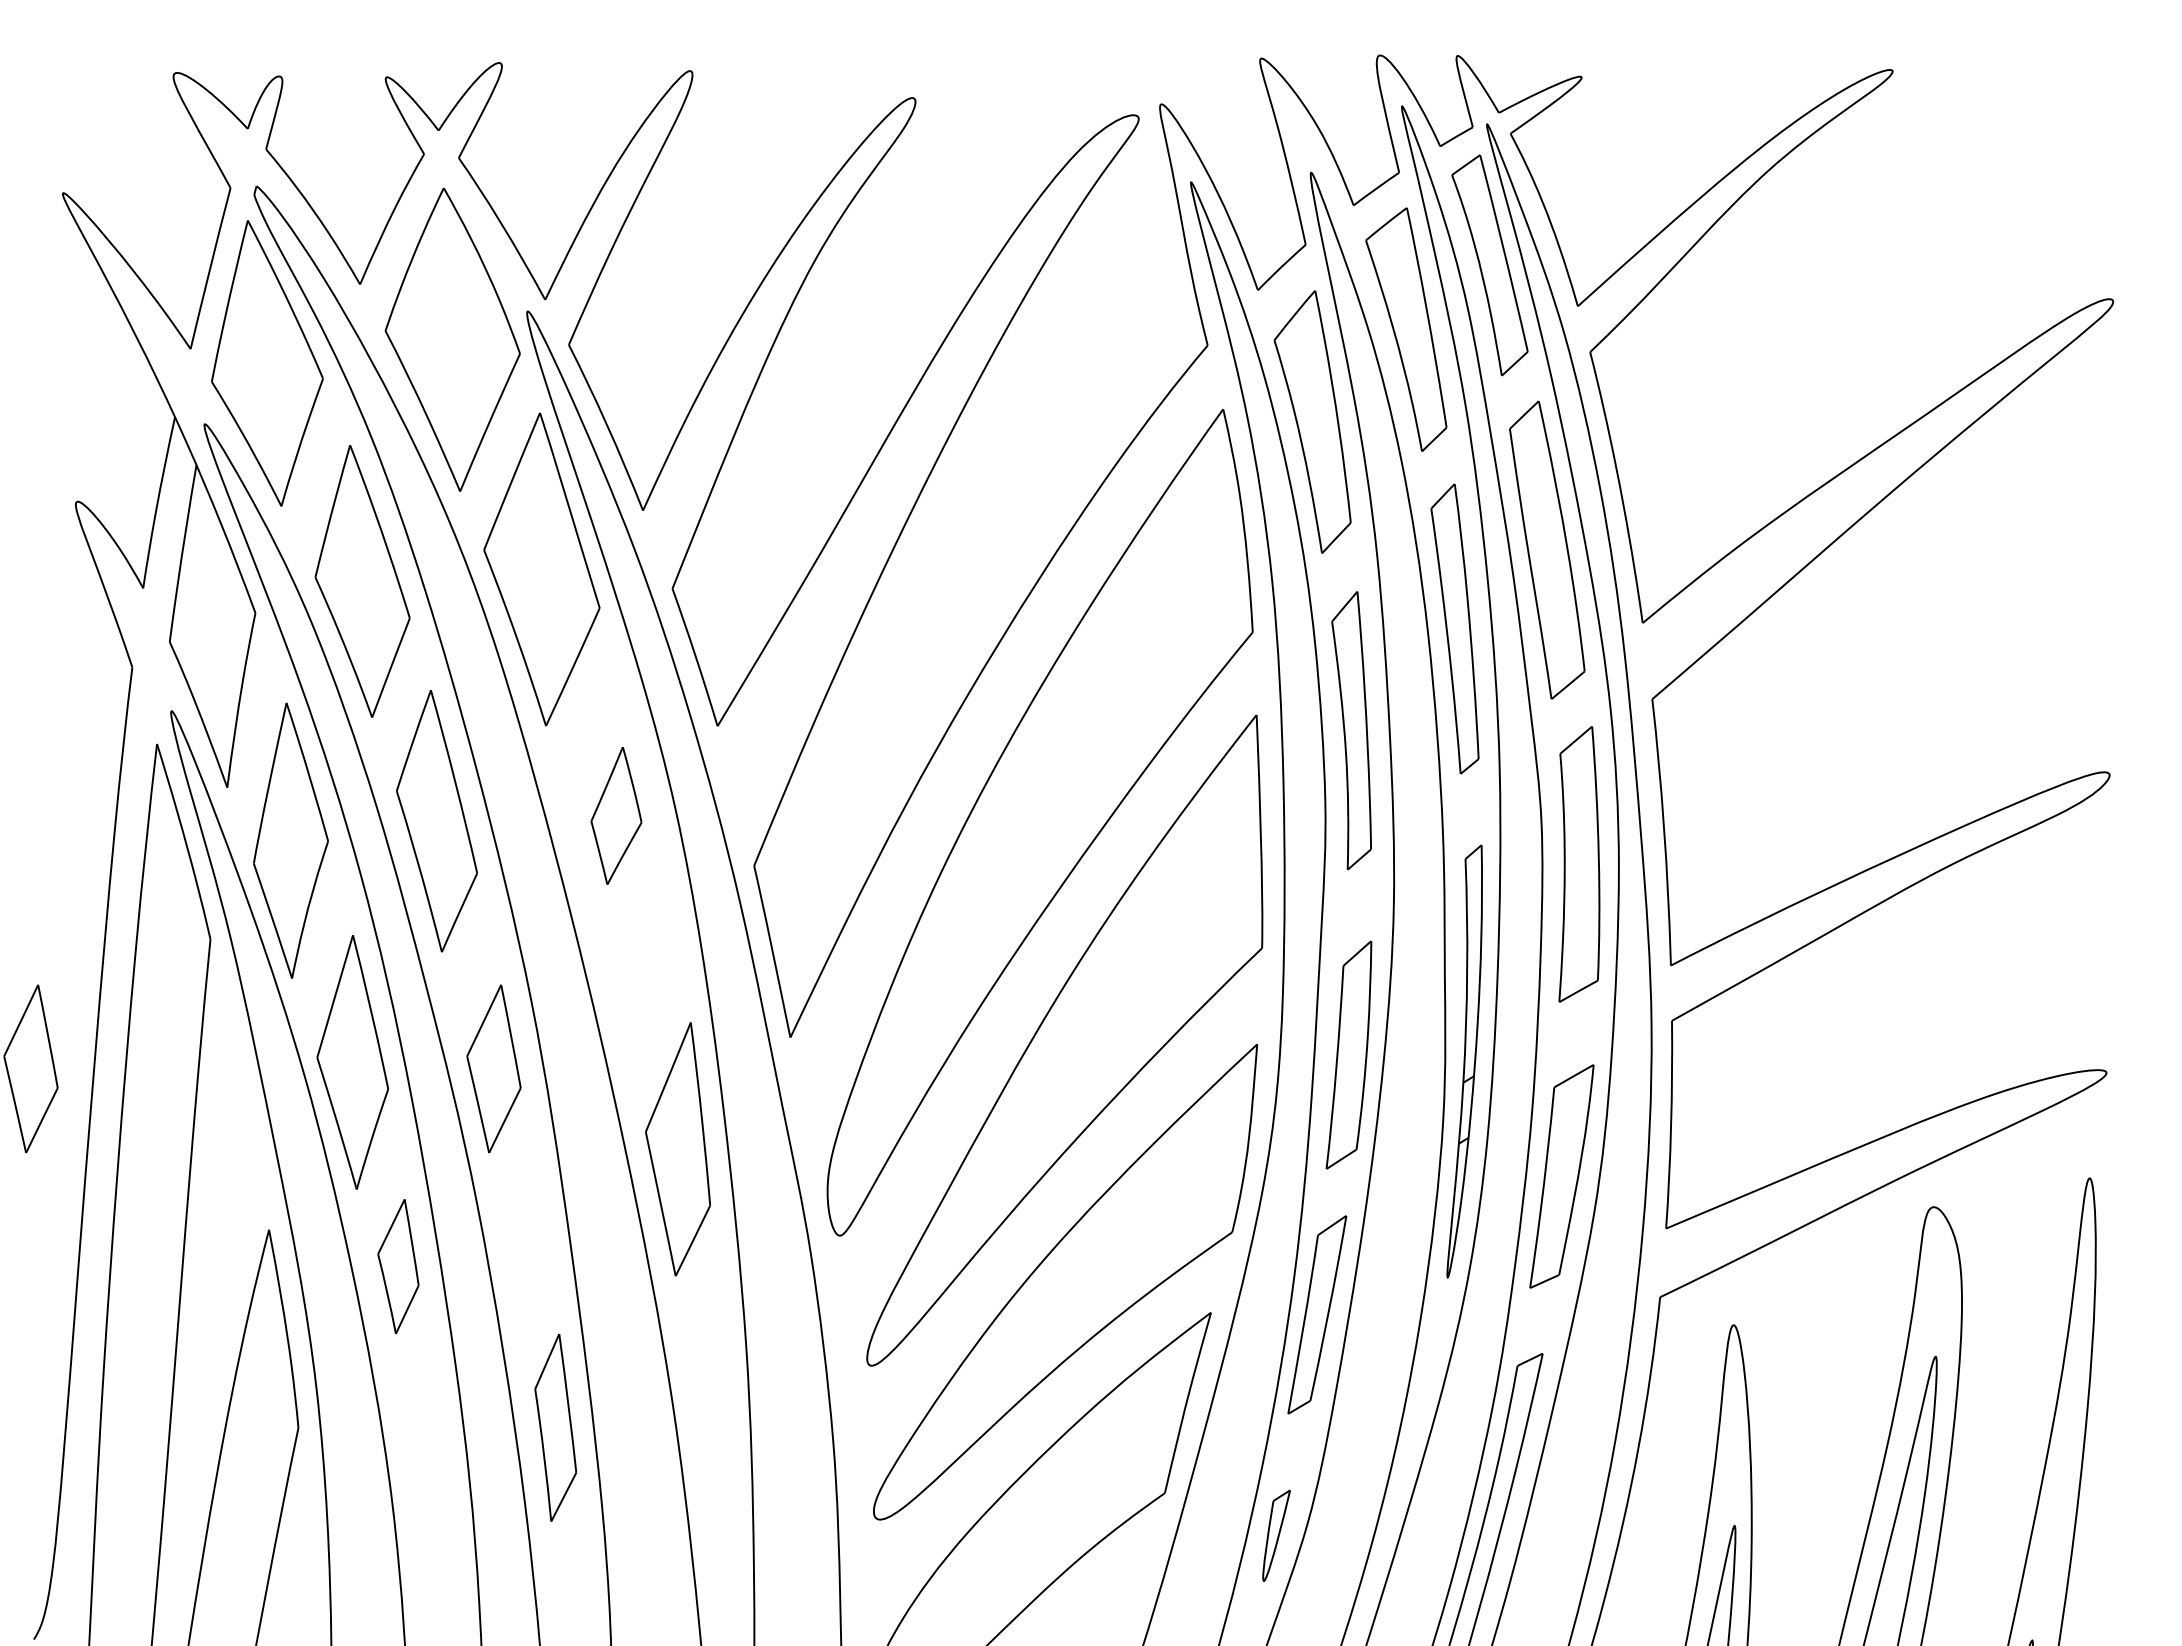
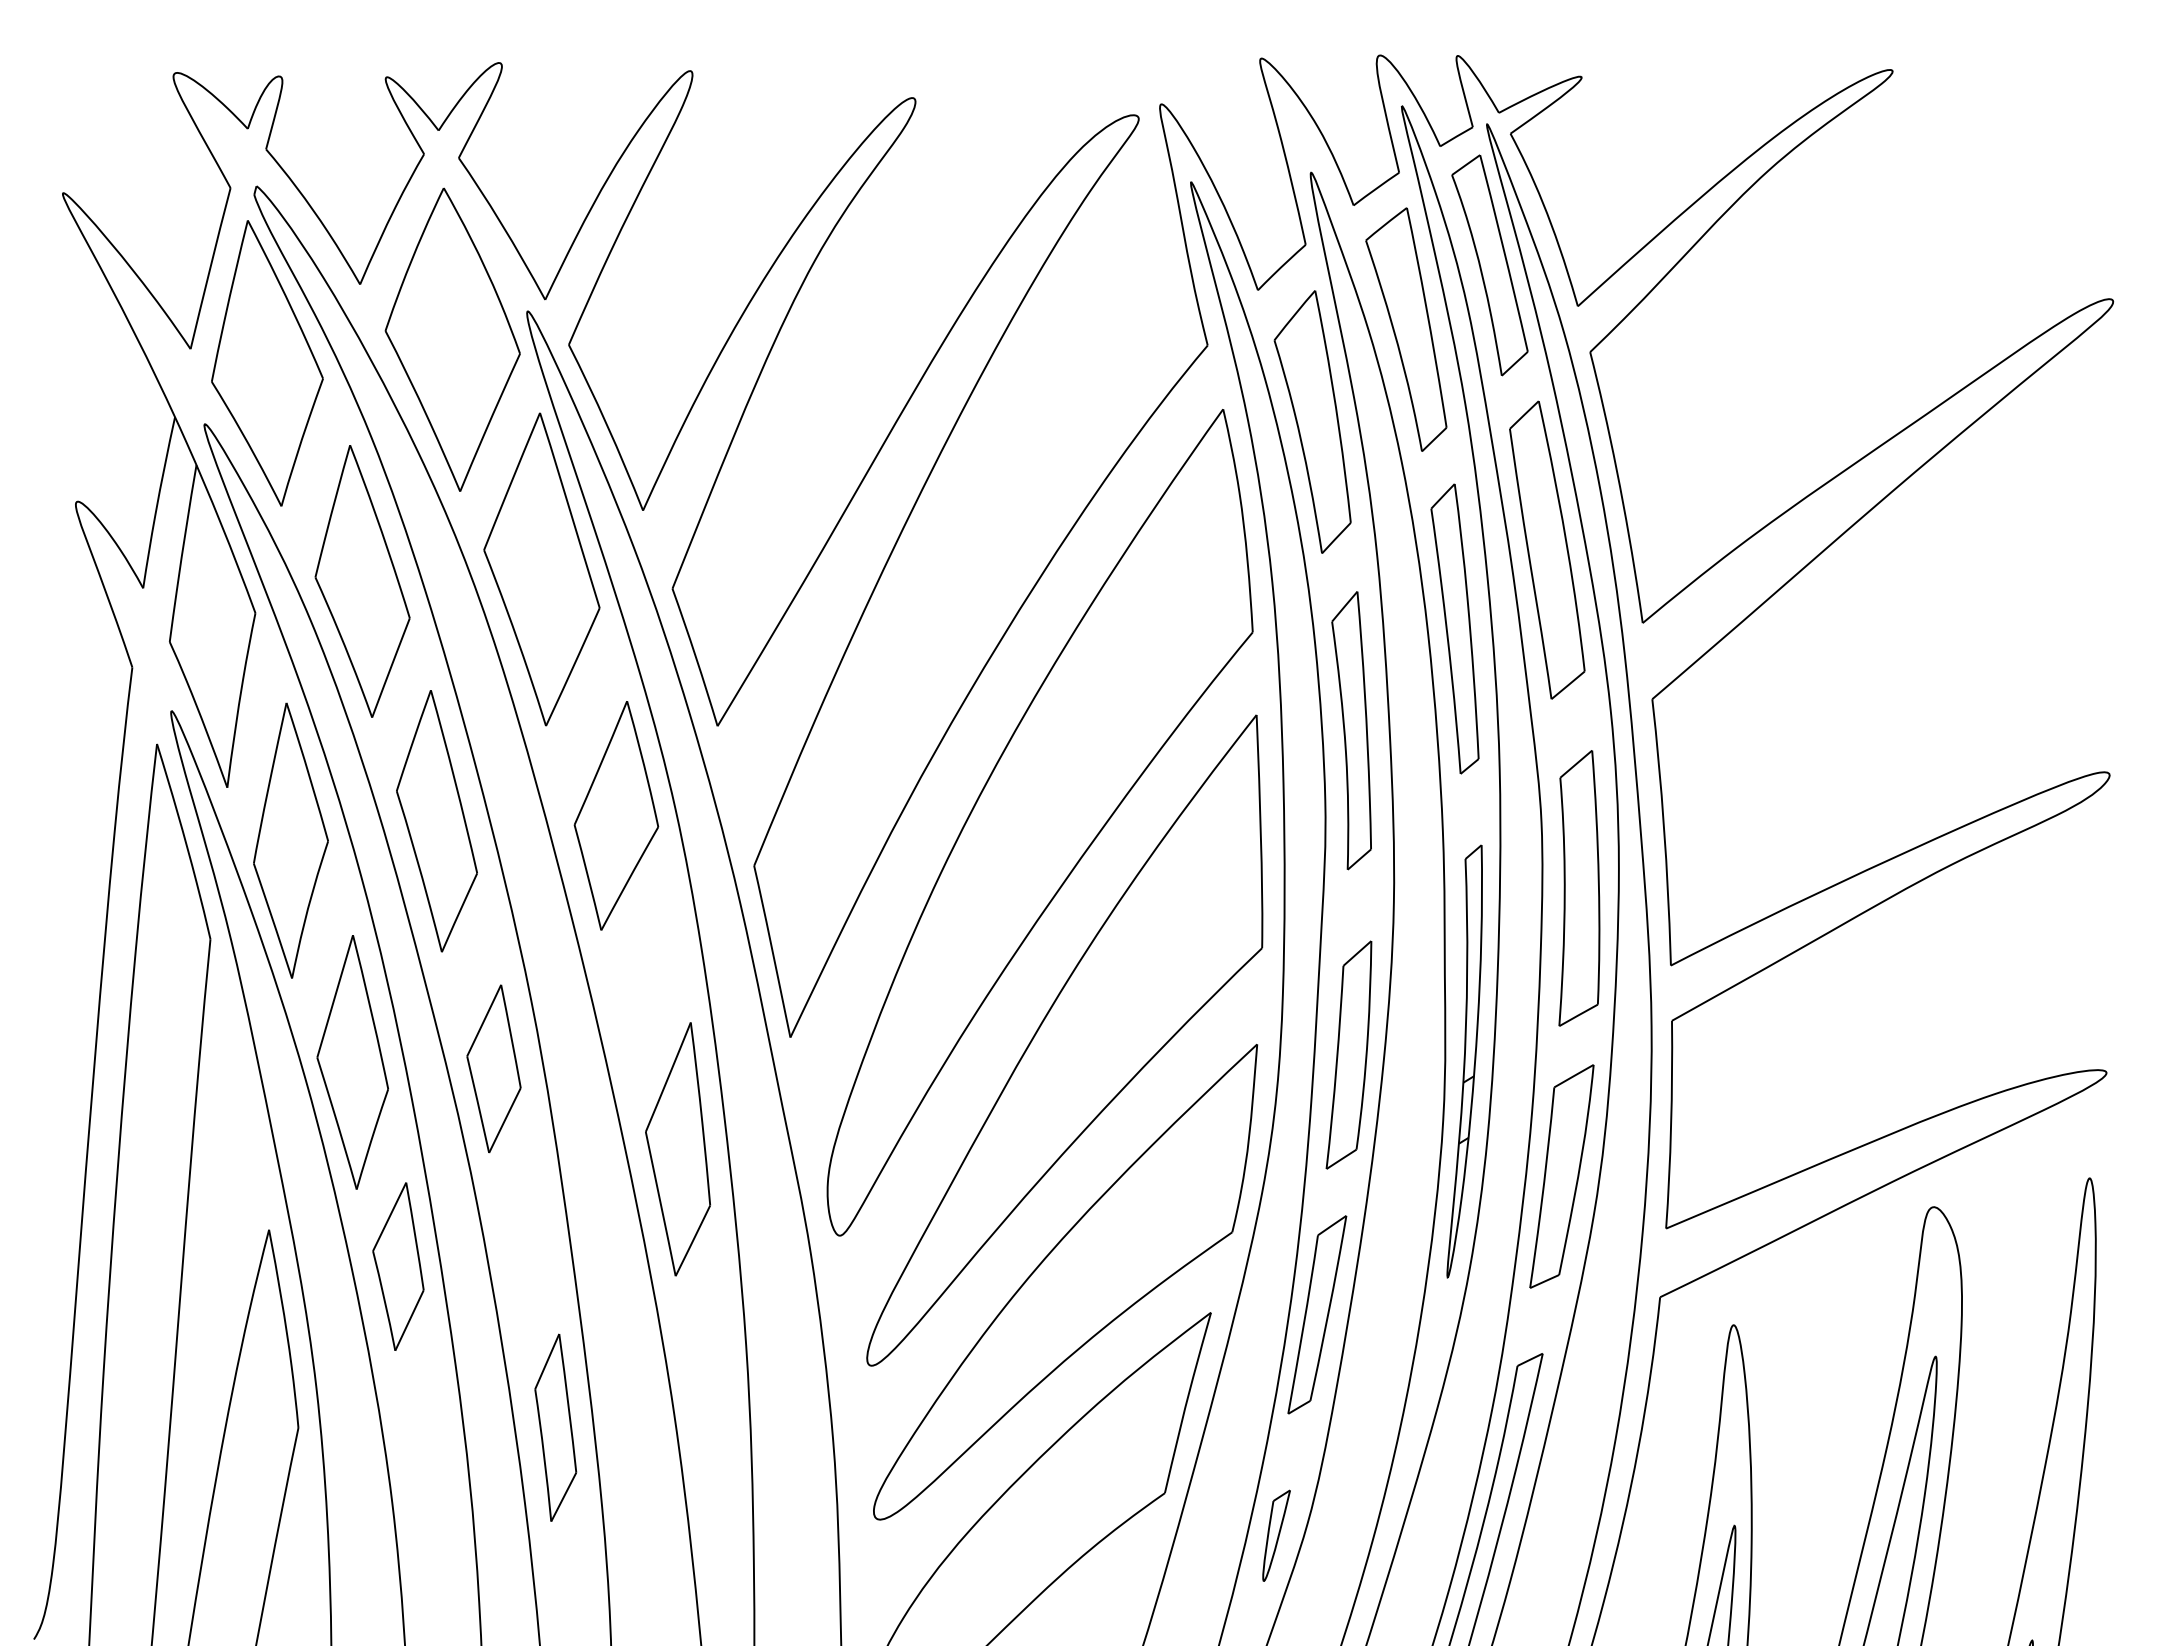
part at (616, 815) size: 53x138 px -> 87x230 px
part at (1579, 864) position: (1579, 864) -> (1579, 888)
part at (30, 1068): present -> none
part at (398, 1266) size: 43x136 px -> 53x169 px
